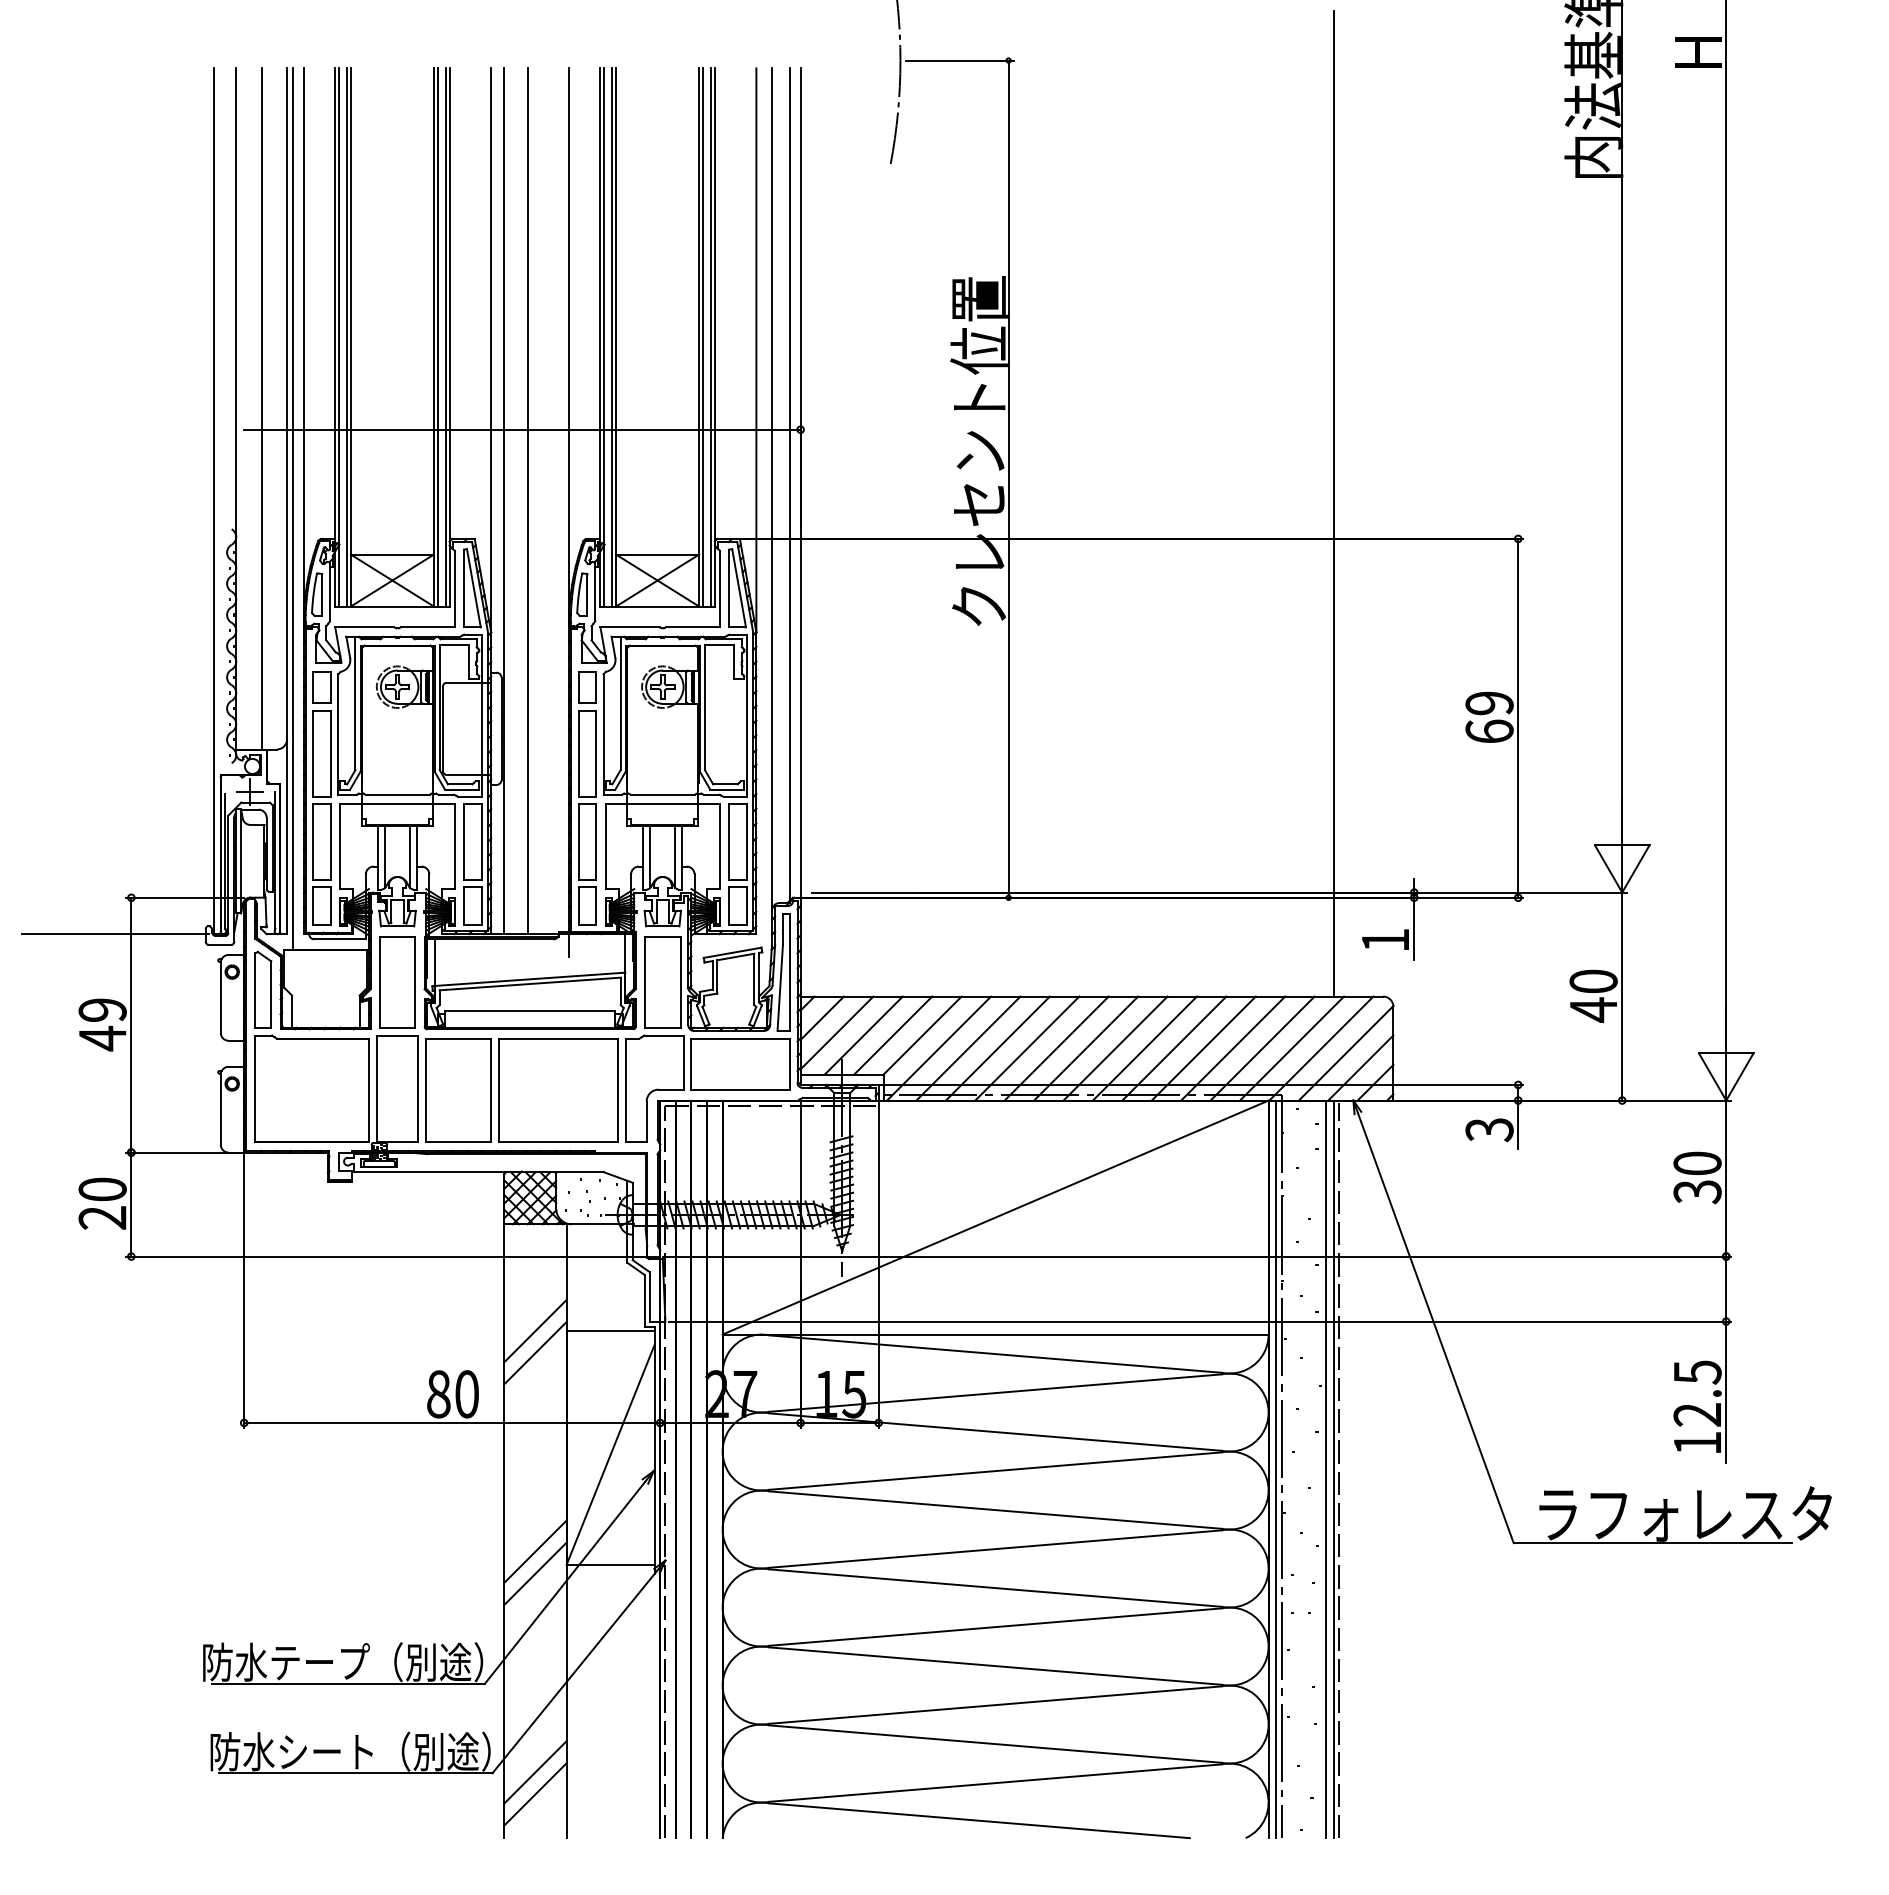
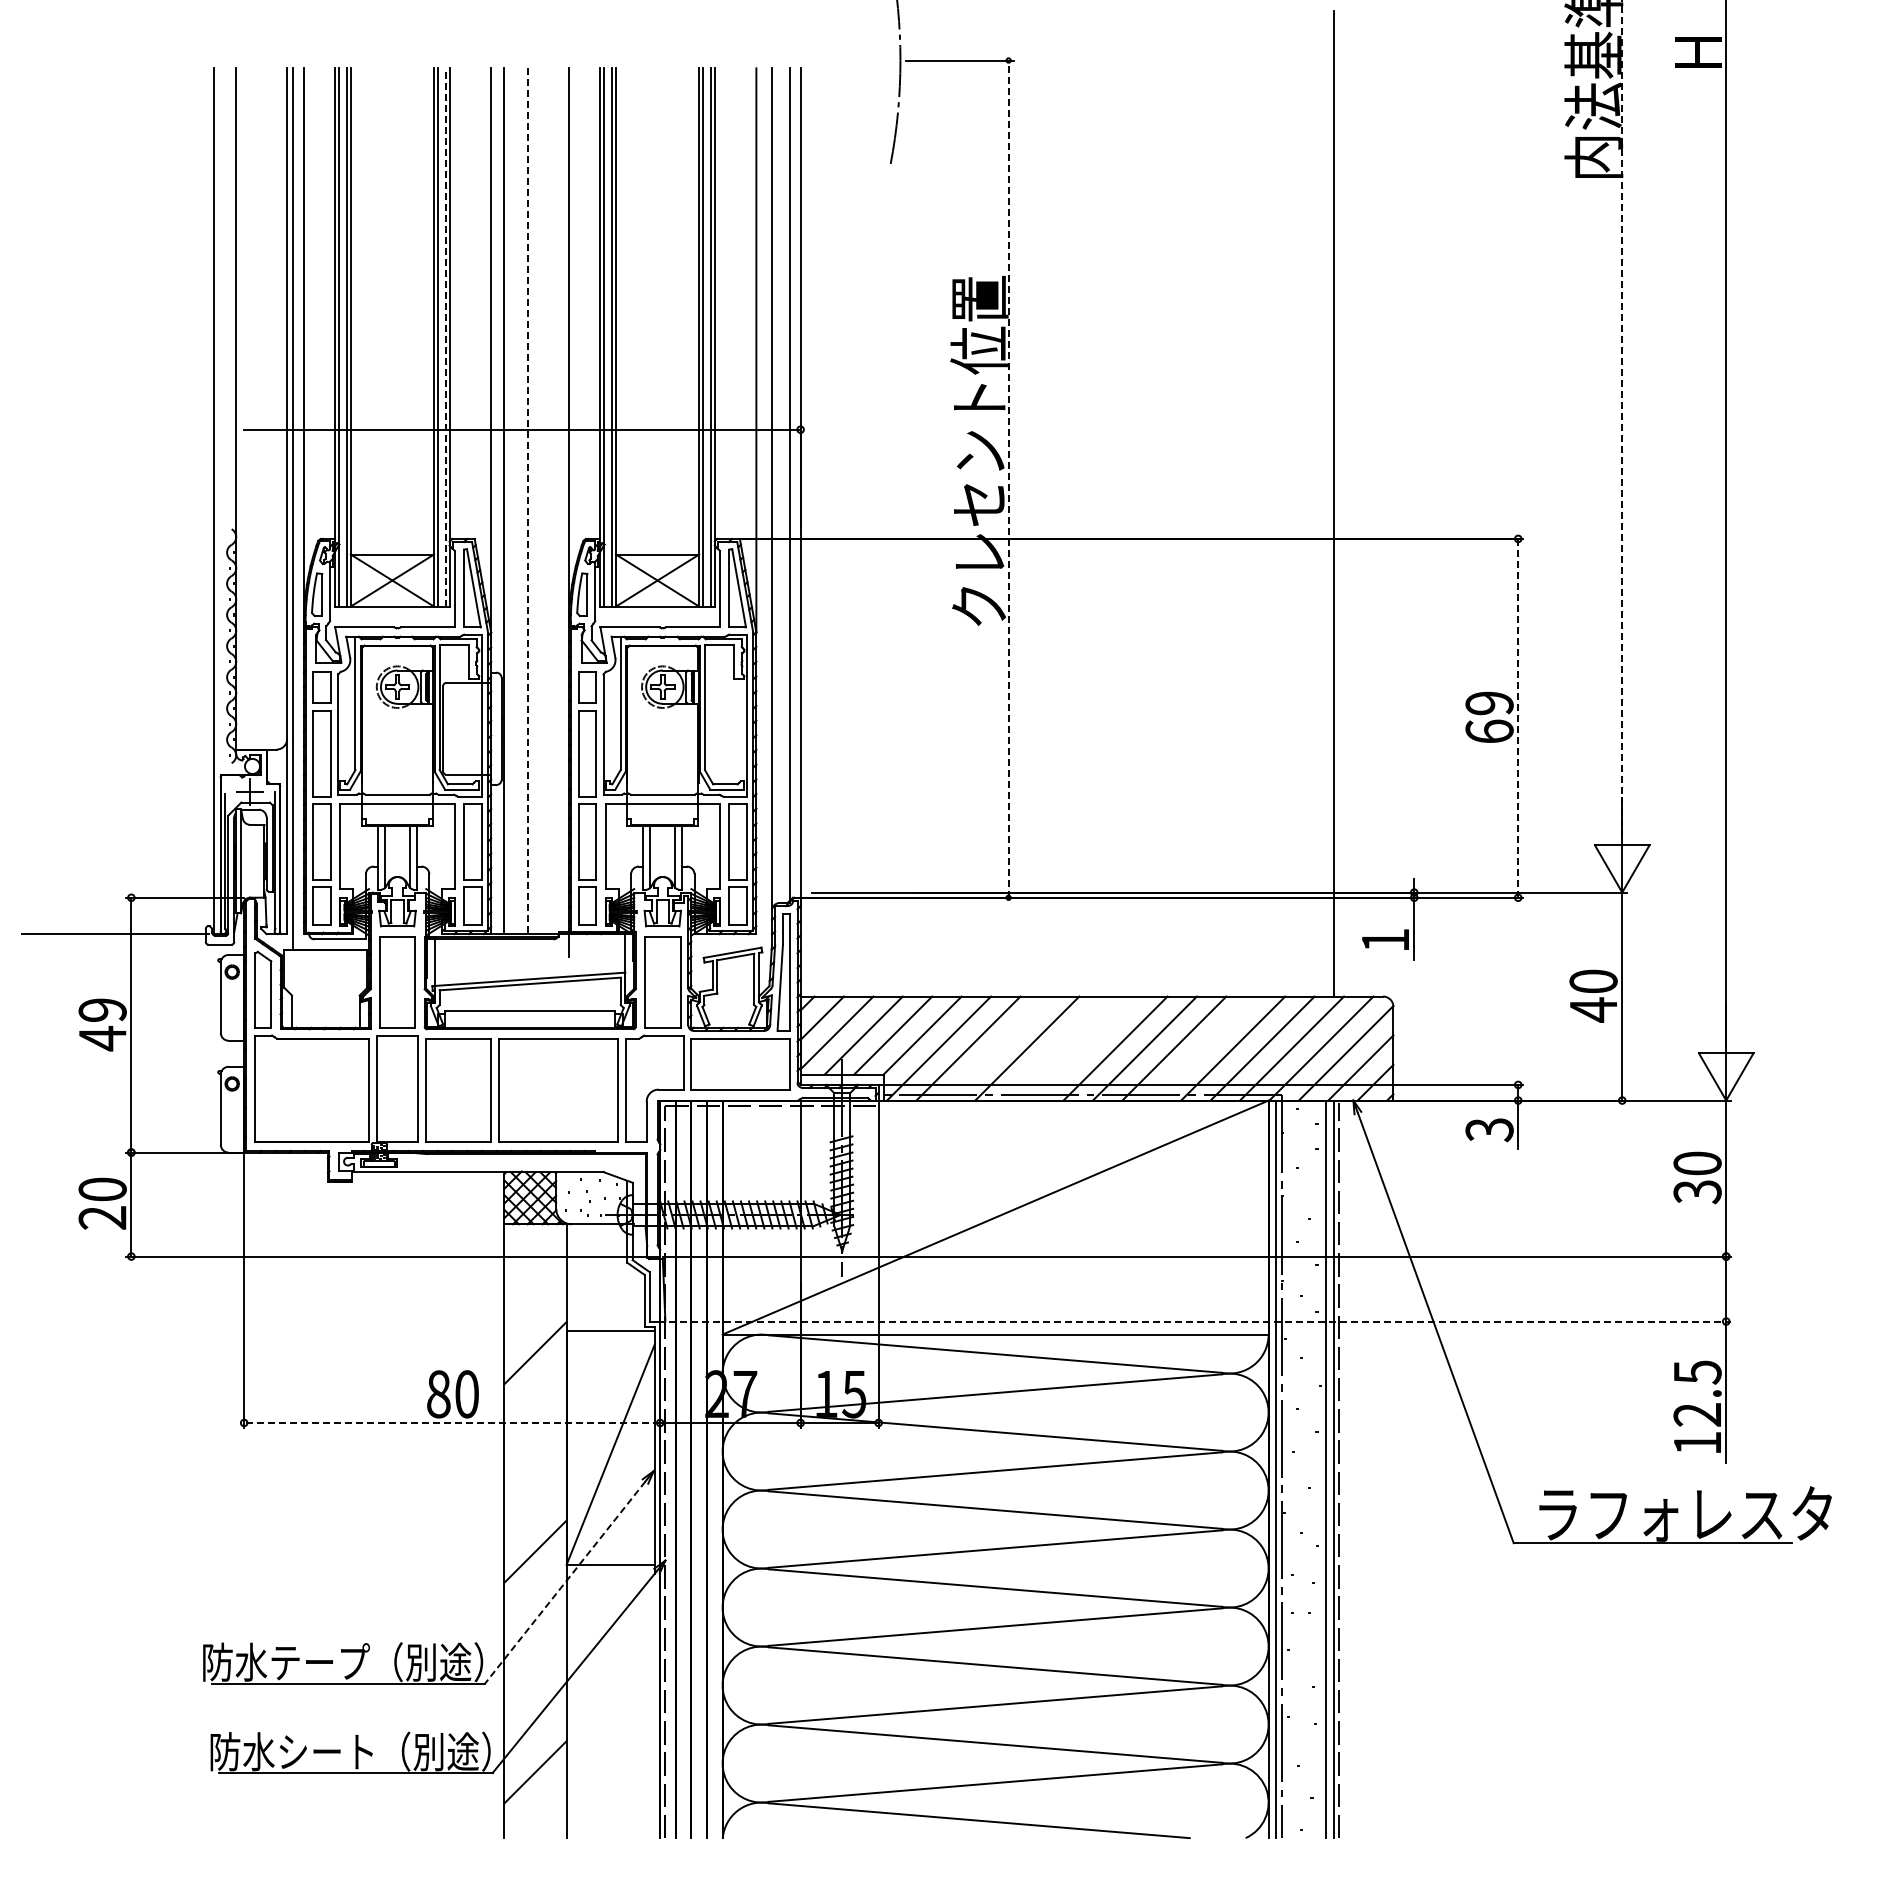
line at (445, 336): solid -> dashed
line at (262, 408): present -> none
line at (1622, 418): solid -> dashed
line at (1008, 479): solid -> dashed
line at (527, 501): solid -> dashed
line at (1518, 717): solid -> dashed
line at (997, 1048): present -> none
line at (1056, 1048): present -> none
line at (1086, 1048): present -> none
line at (1203, 1048): present -> none
line at (1200, 1321): solid -> dashed
line at (535, 1330): present -> none
line at (451, 1422): solid -> dashed
line at (535, 1573): present -> none
line at (565, 1582): solid -> dashed
line at (535, 1794): present -> none
